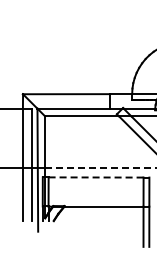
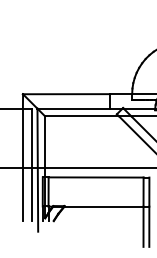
line at (100, 167): dashed -> solid
line at (95, 177): dashed -> solid
